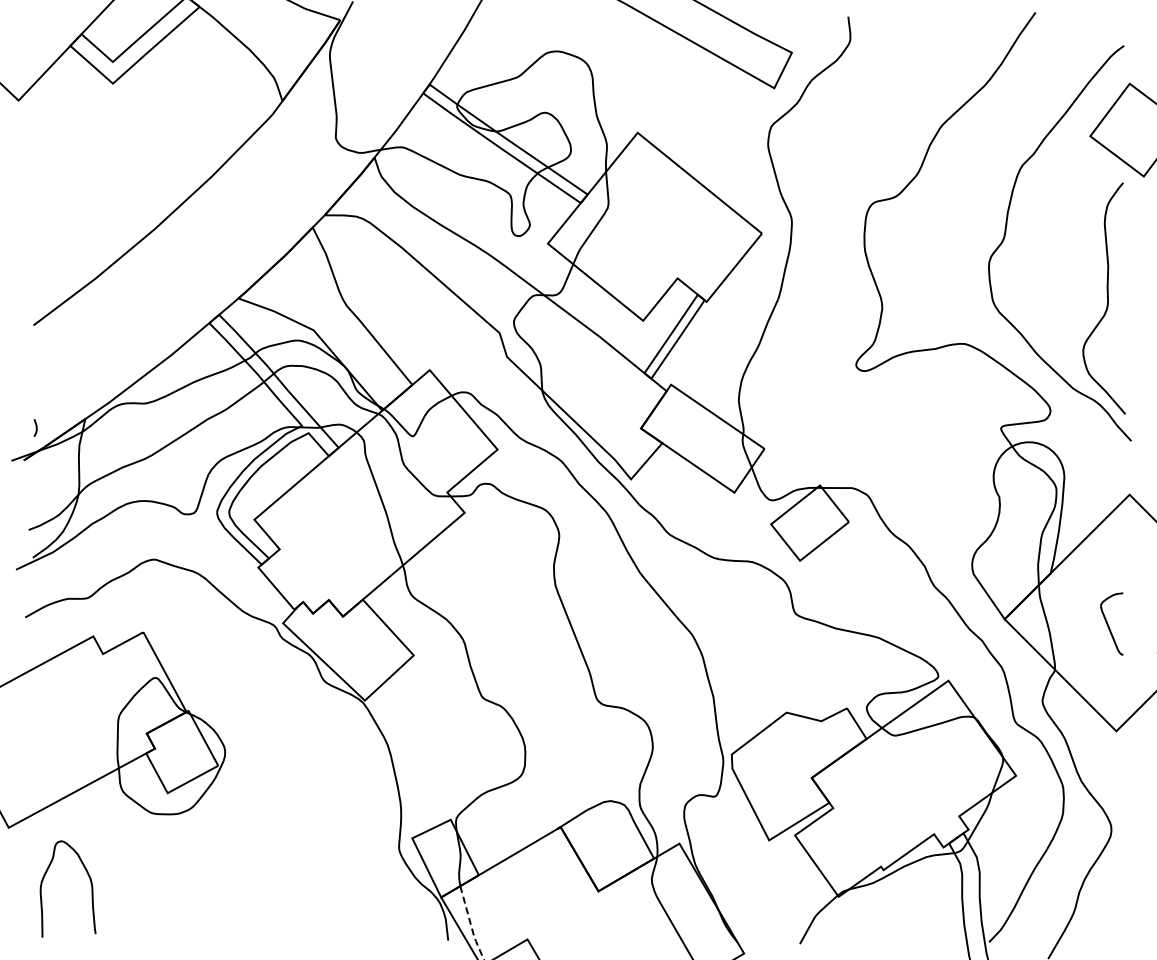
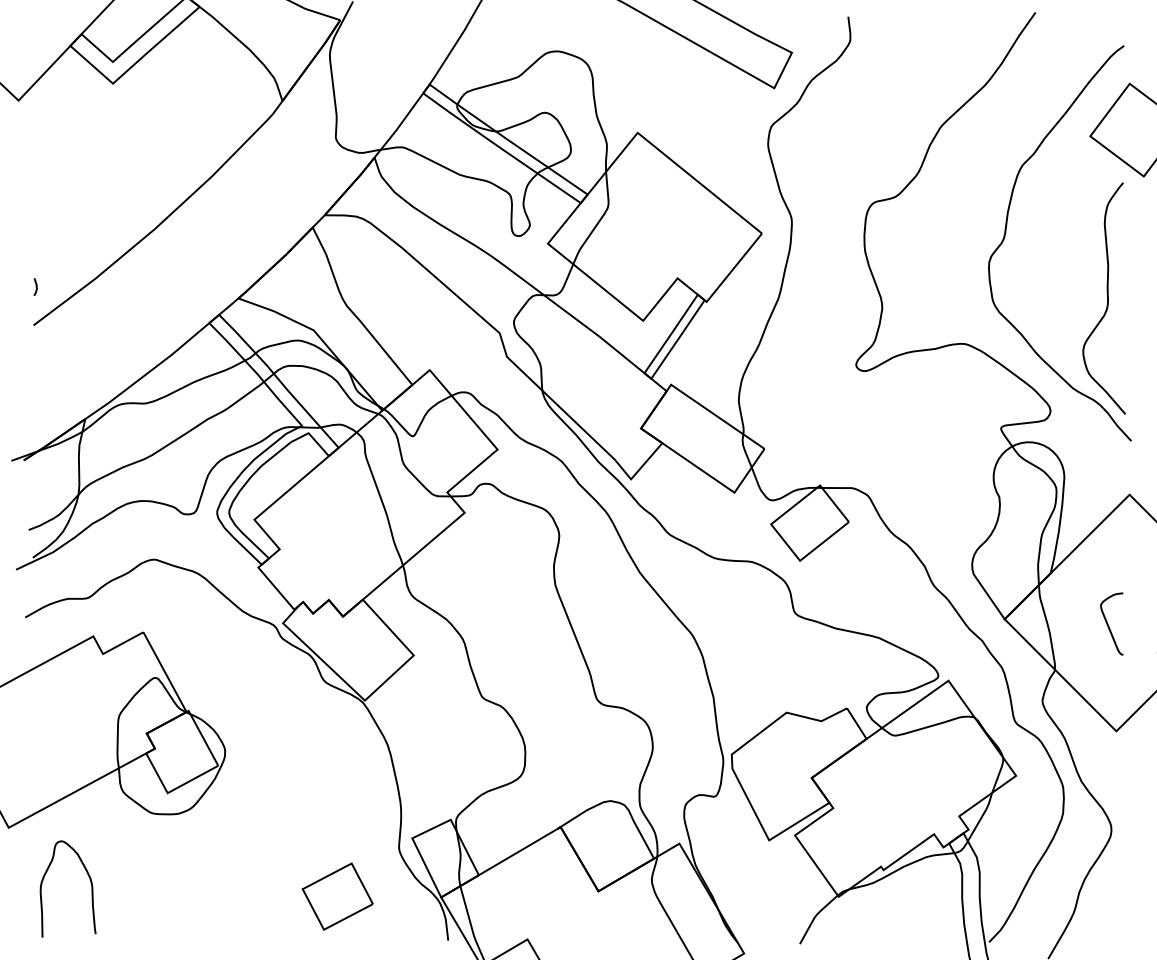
line at (35, 427) position: (35, 427) -> (35, 286)
part at (337, 896): none -> present
line at (470, 924): dashed -> solid
